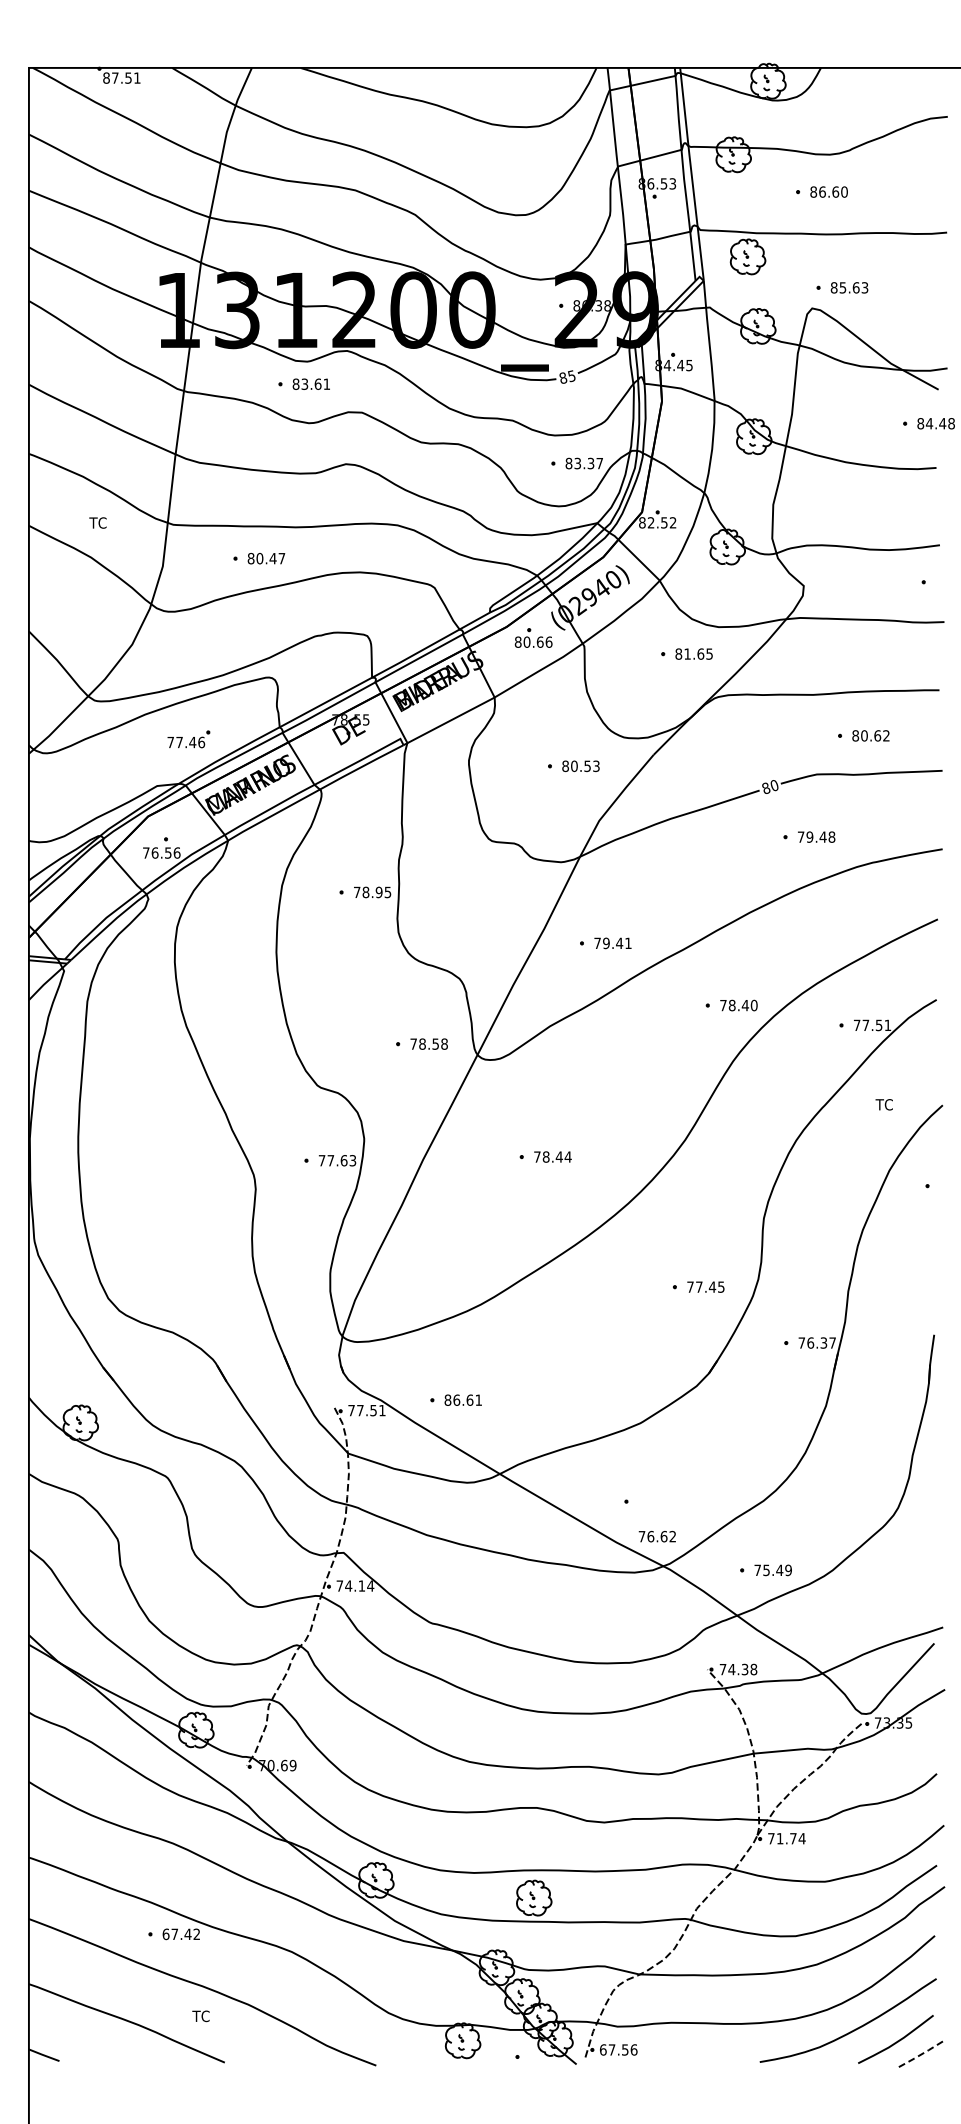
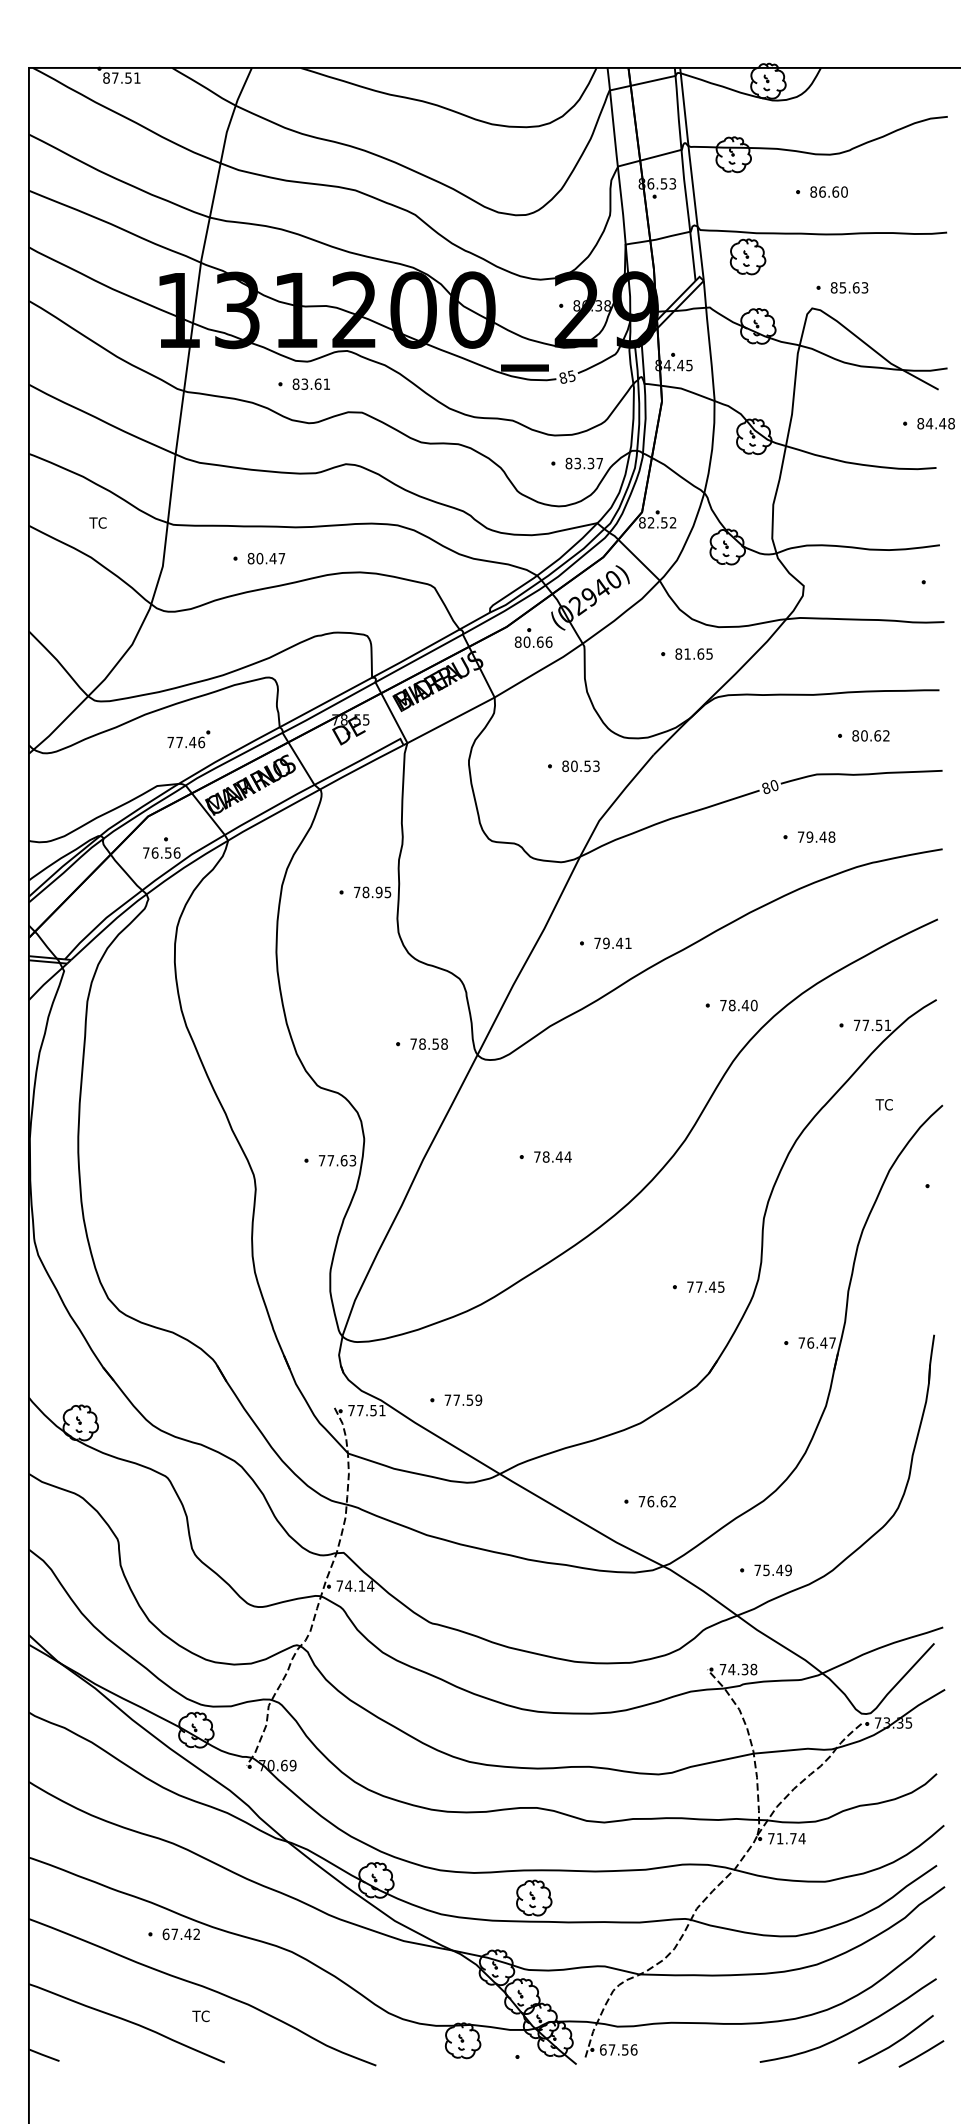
text at (823, 1342): 76.37 -> 76.47
text at (463, 1399): 86.61 -> 77.59
text at (656, 1536) position: (656, 1536) -> (656, 1501)
line at (922, 2054): dashed -> solid
